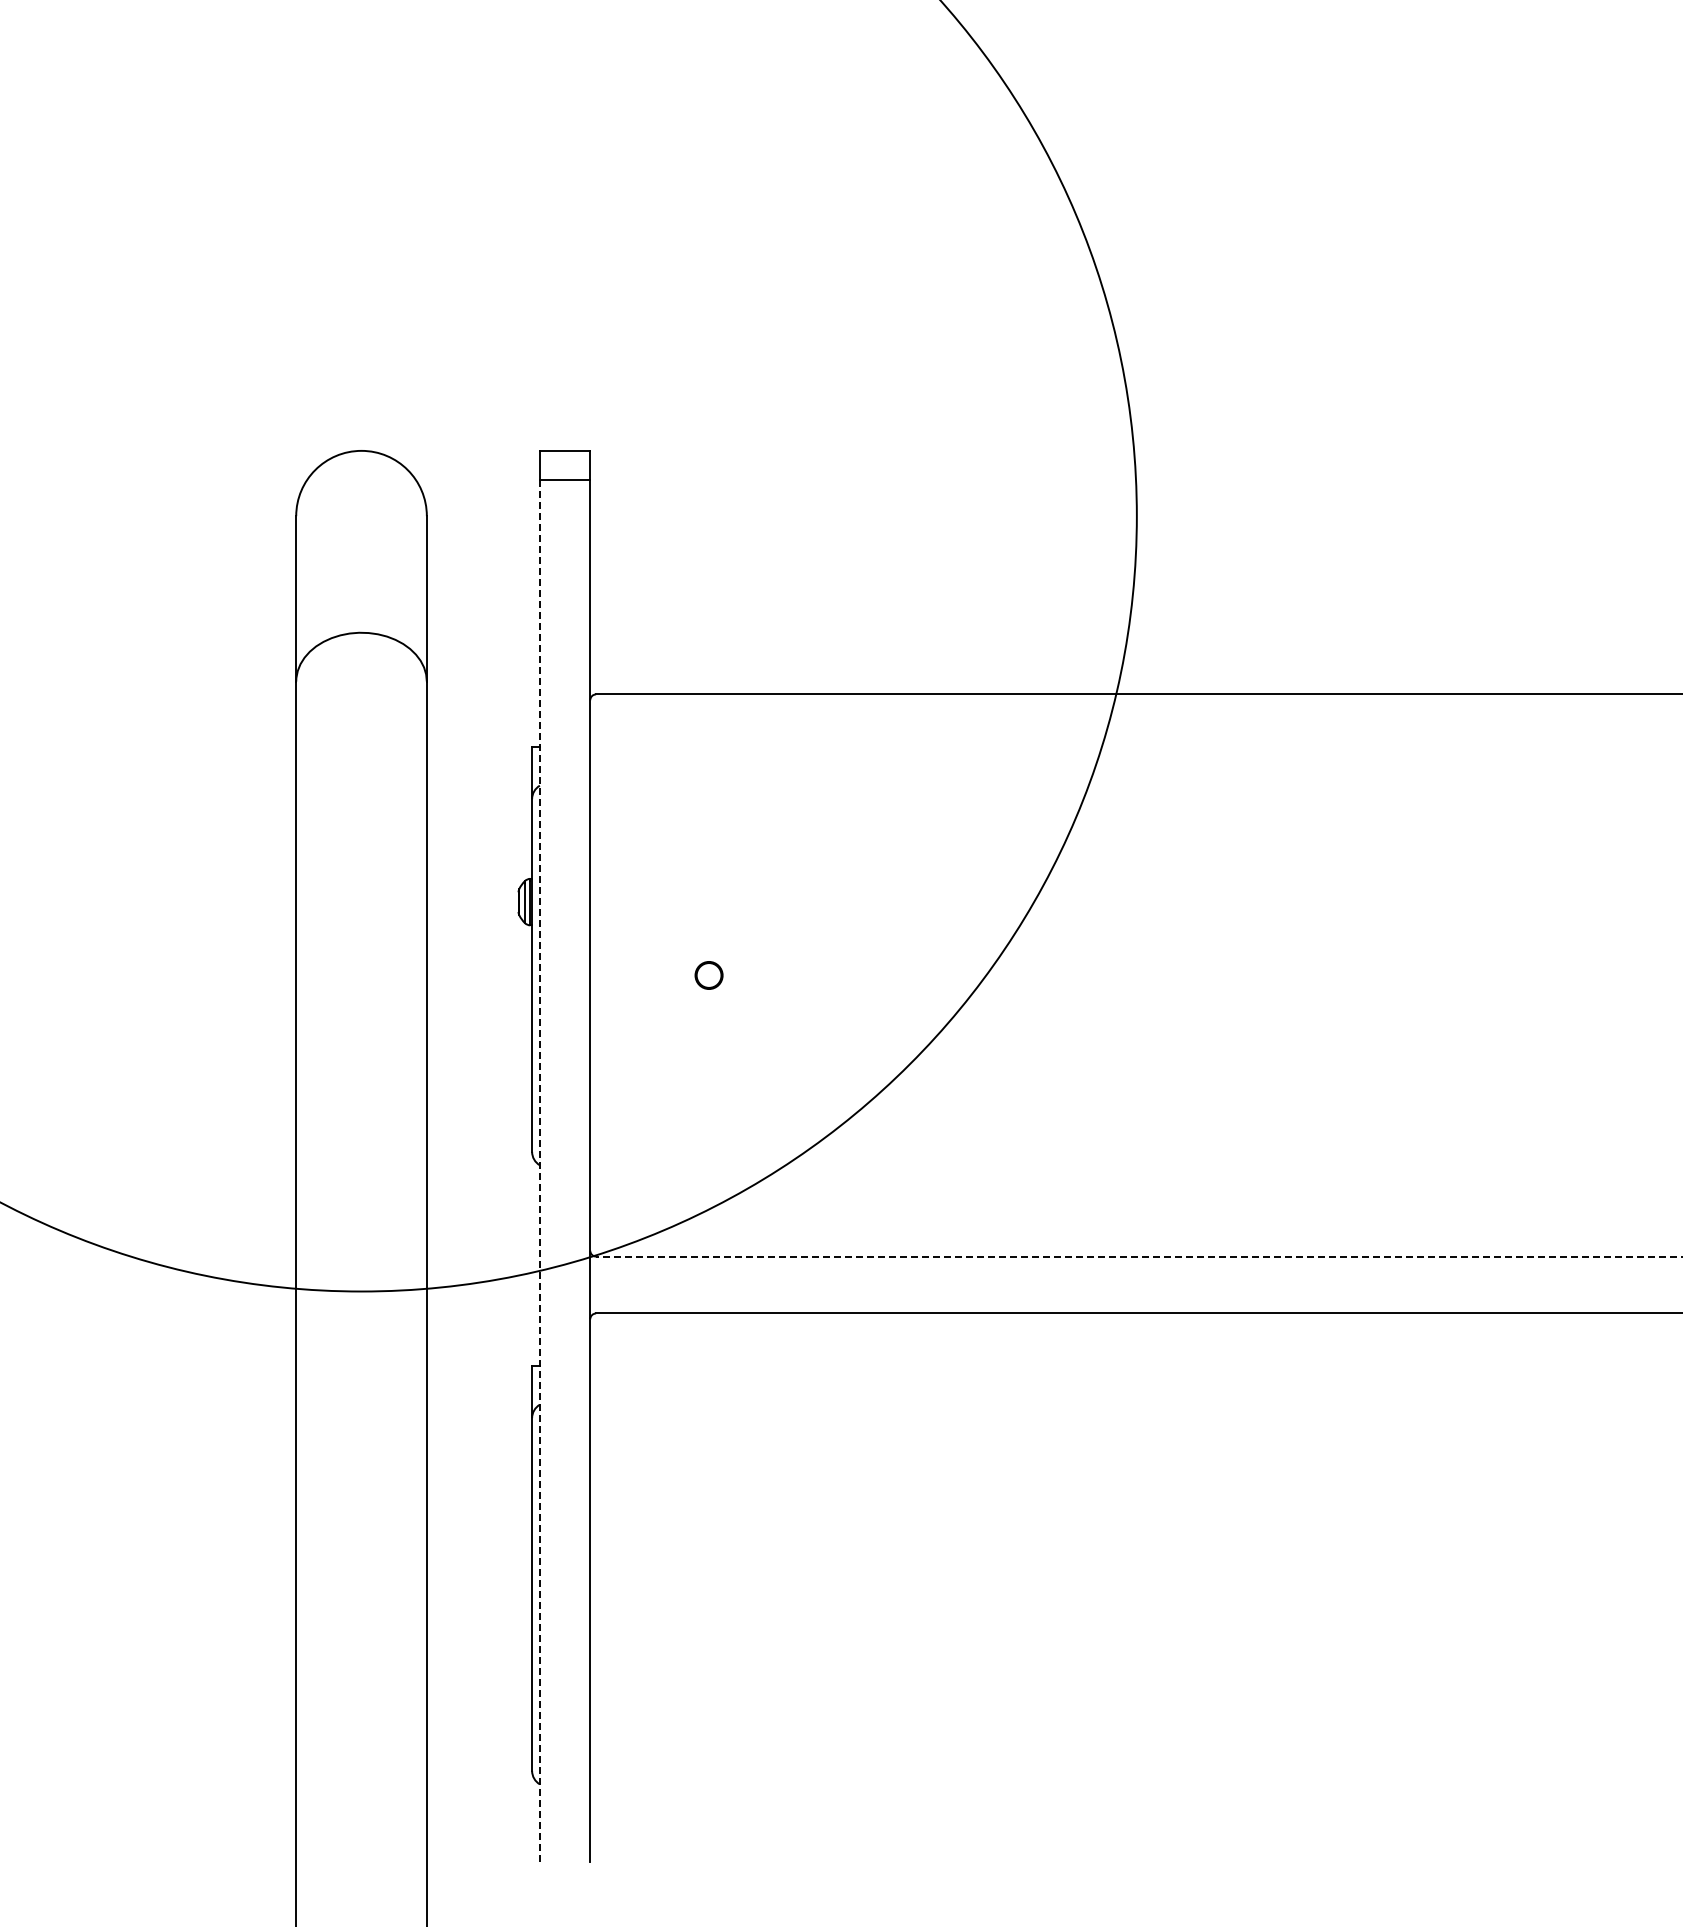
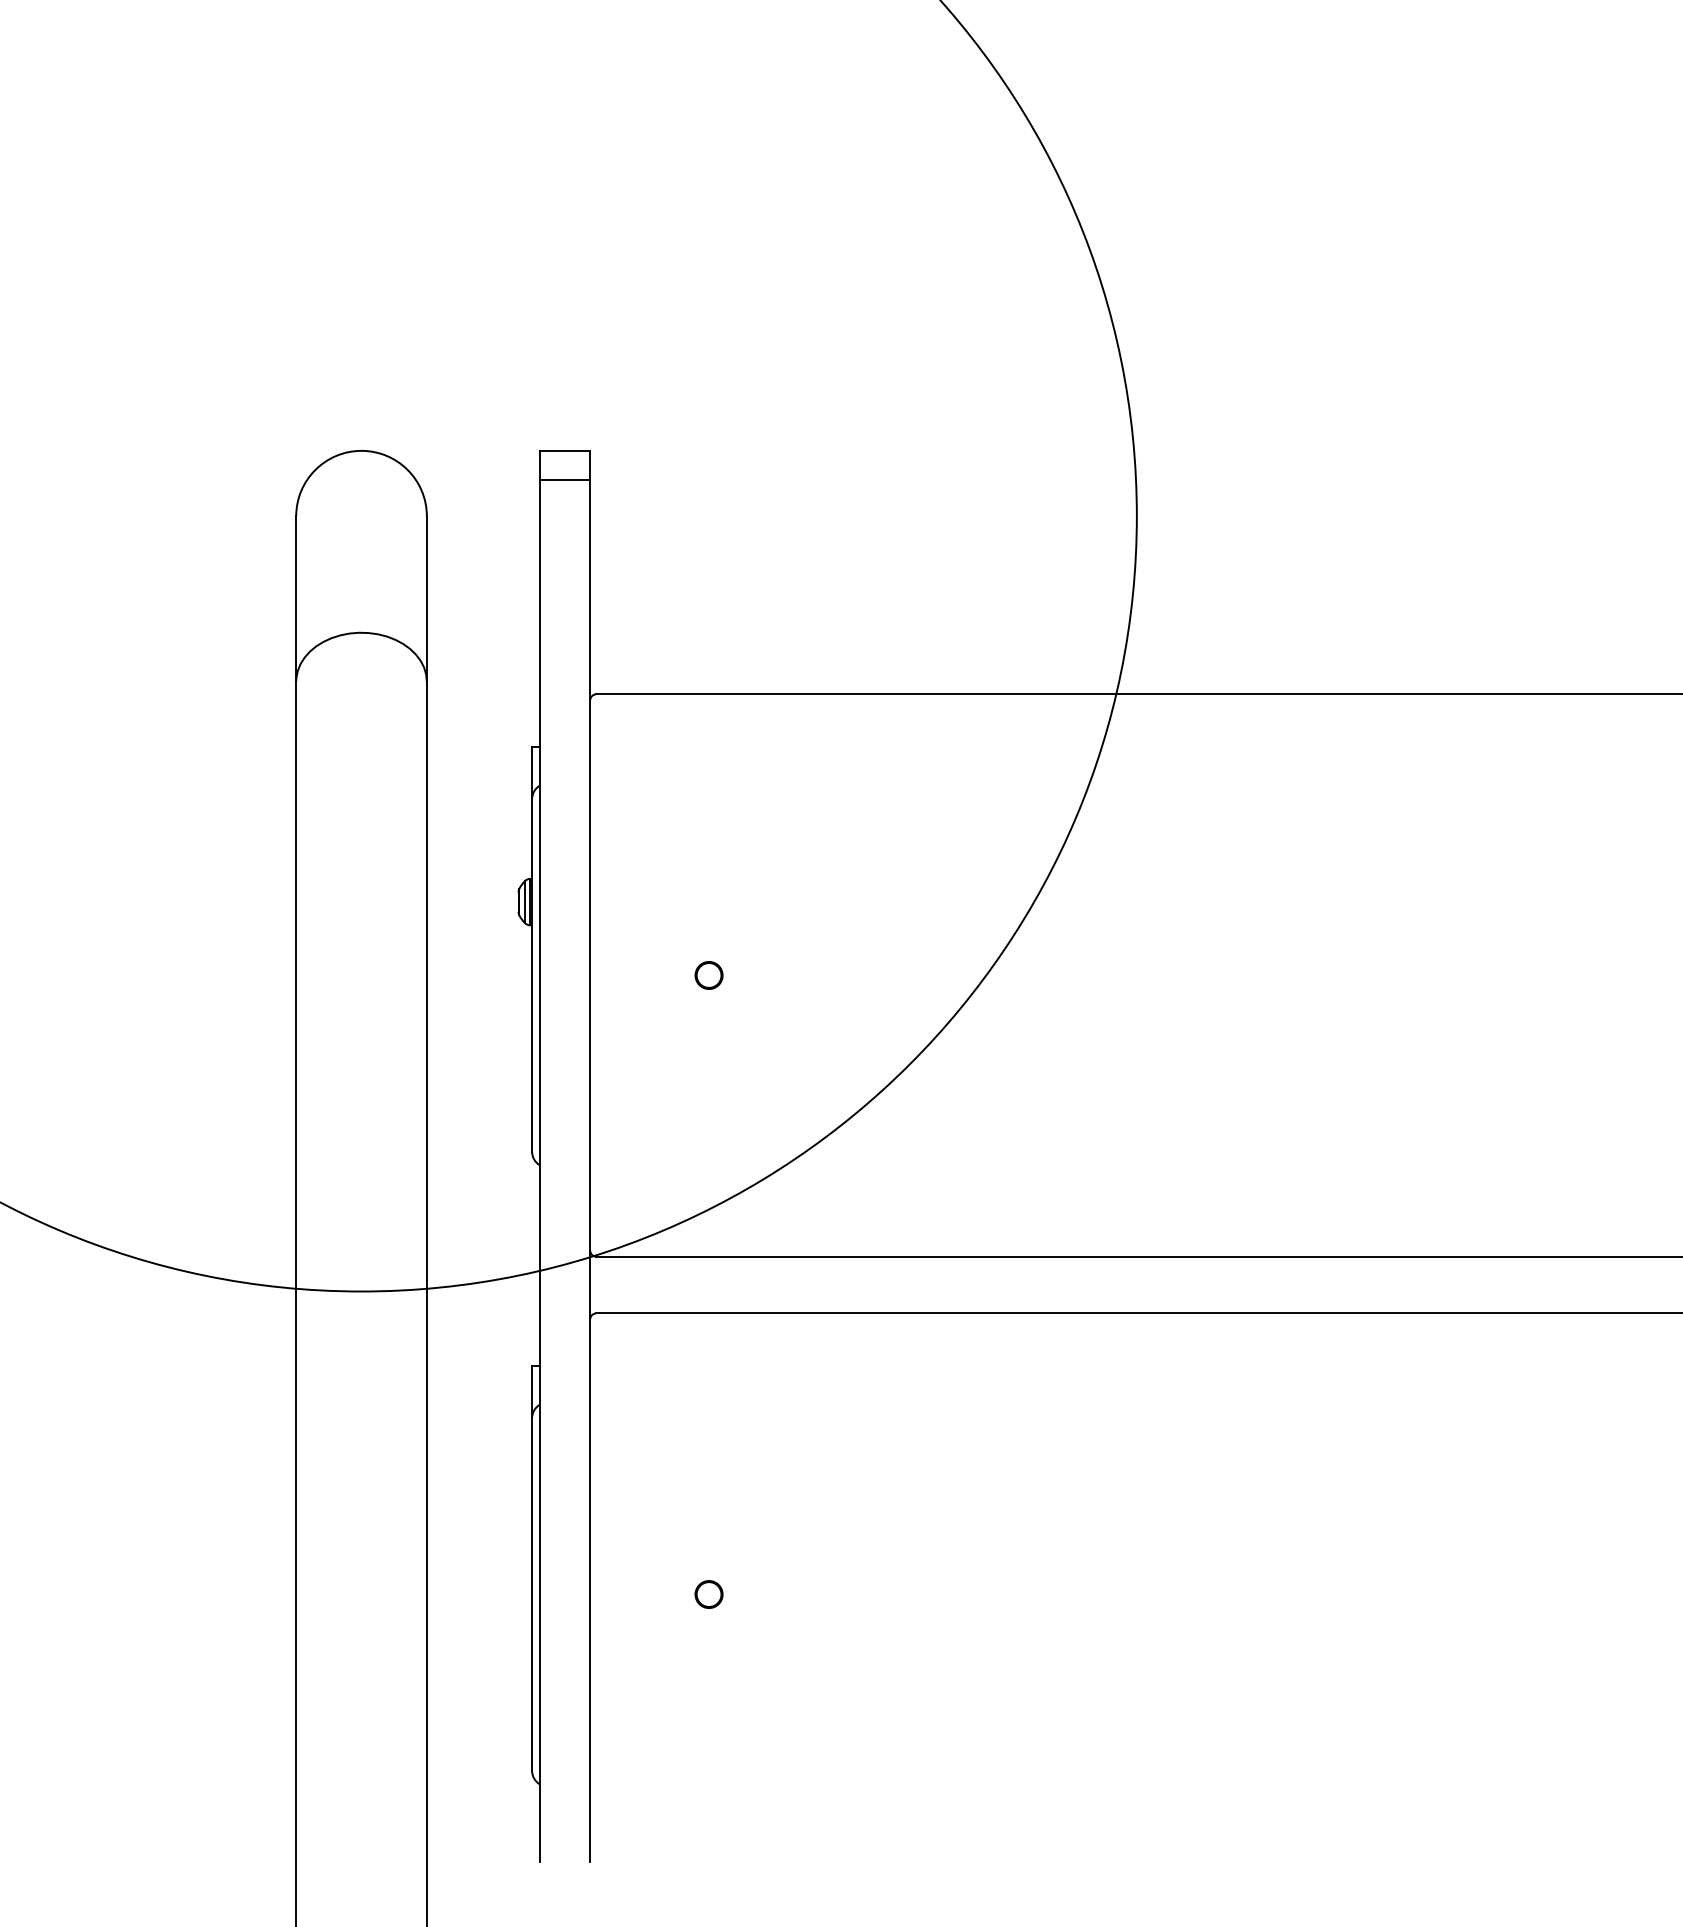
line at (539, 1170): dashed -> solid
line at (1138, 1256): dashed -> solid
circle at (708, 1594): none -> present
